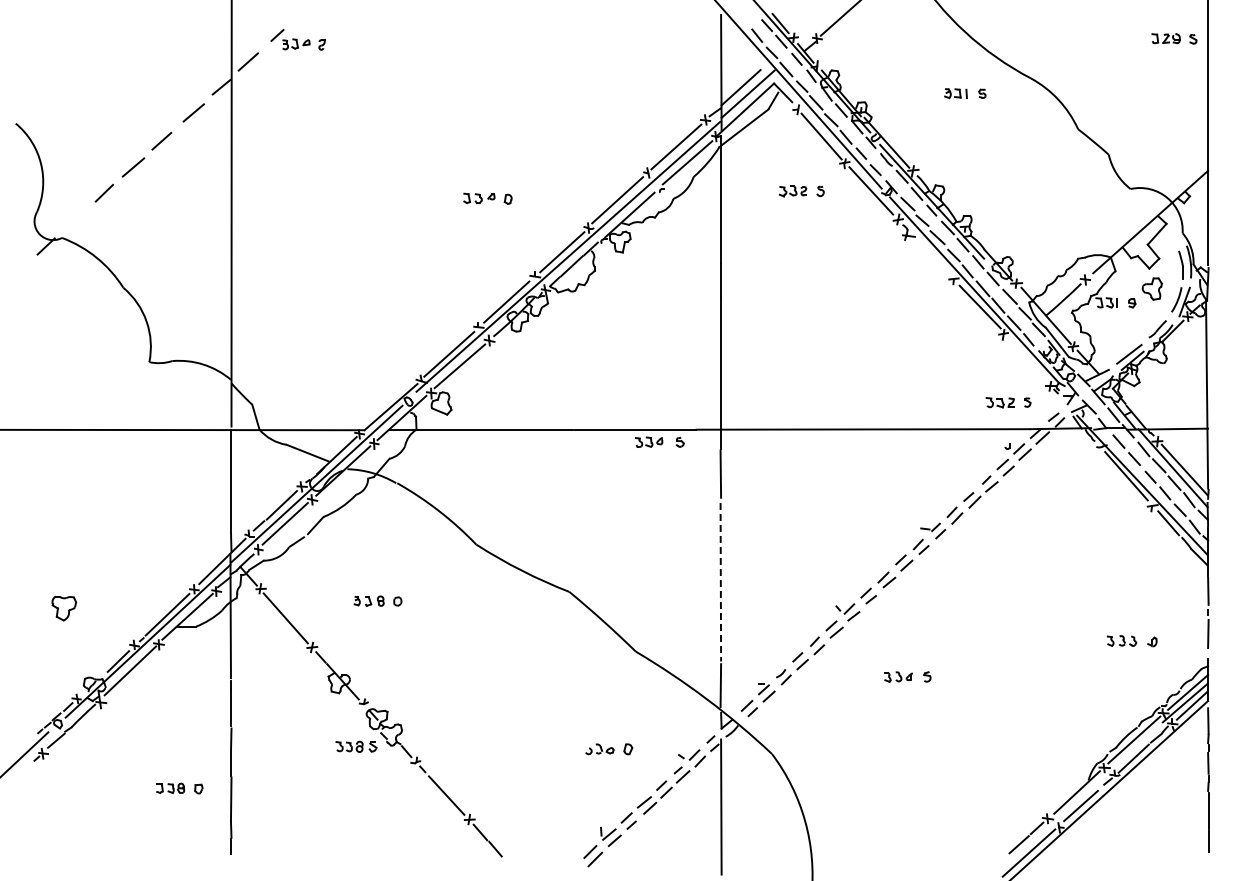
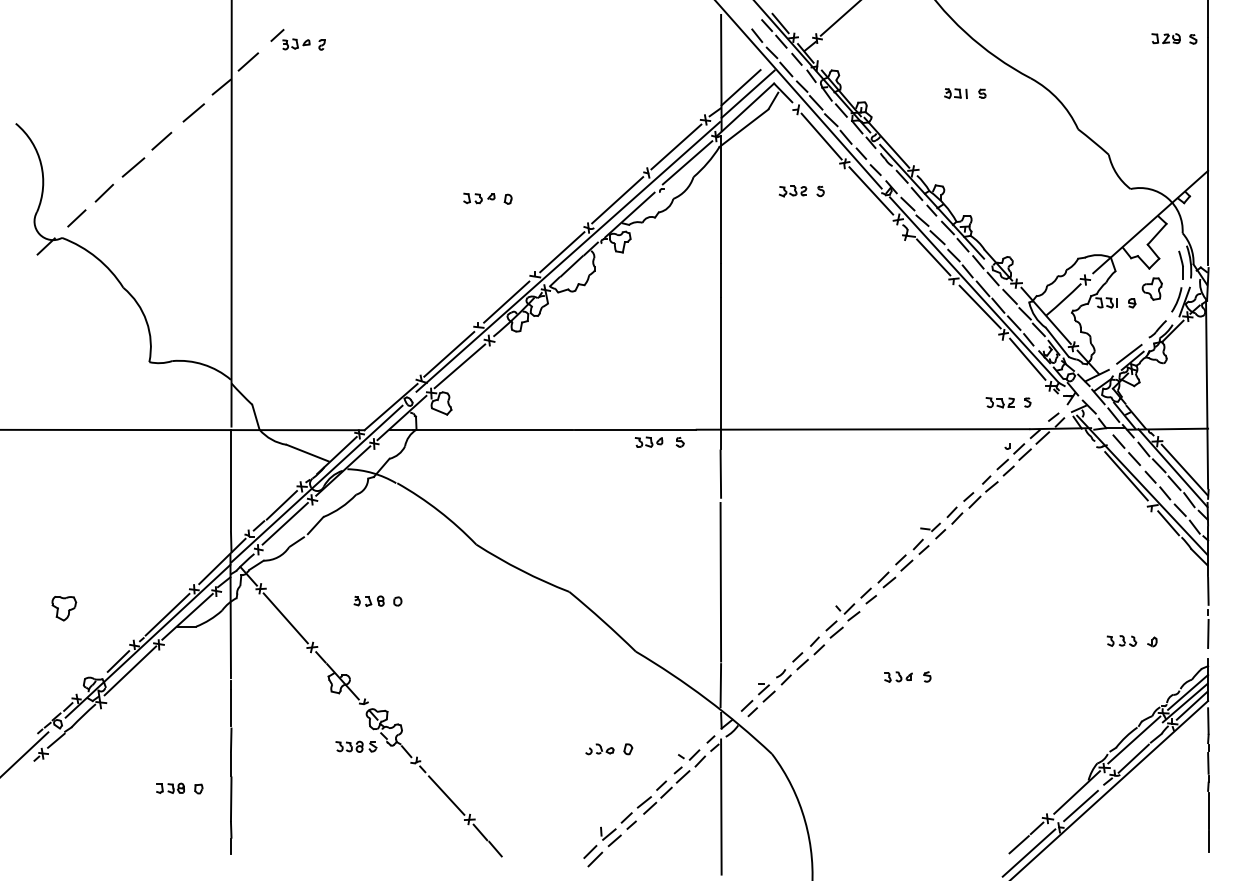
line at (76, 218): none -> present
line at (933, 257): none -> present
line at (1027, 358): none -> present
line at (720, 582): dashed -> solid
